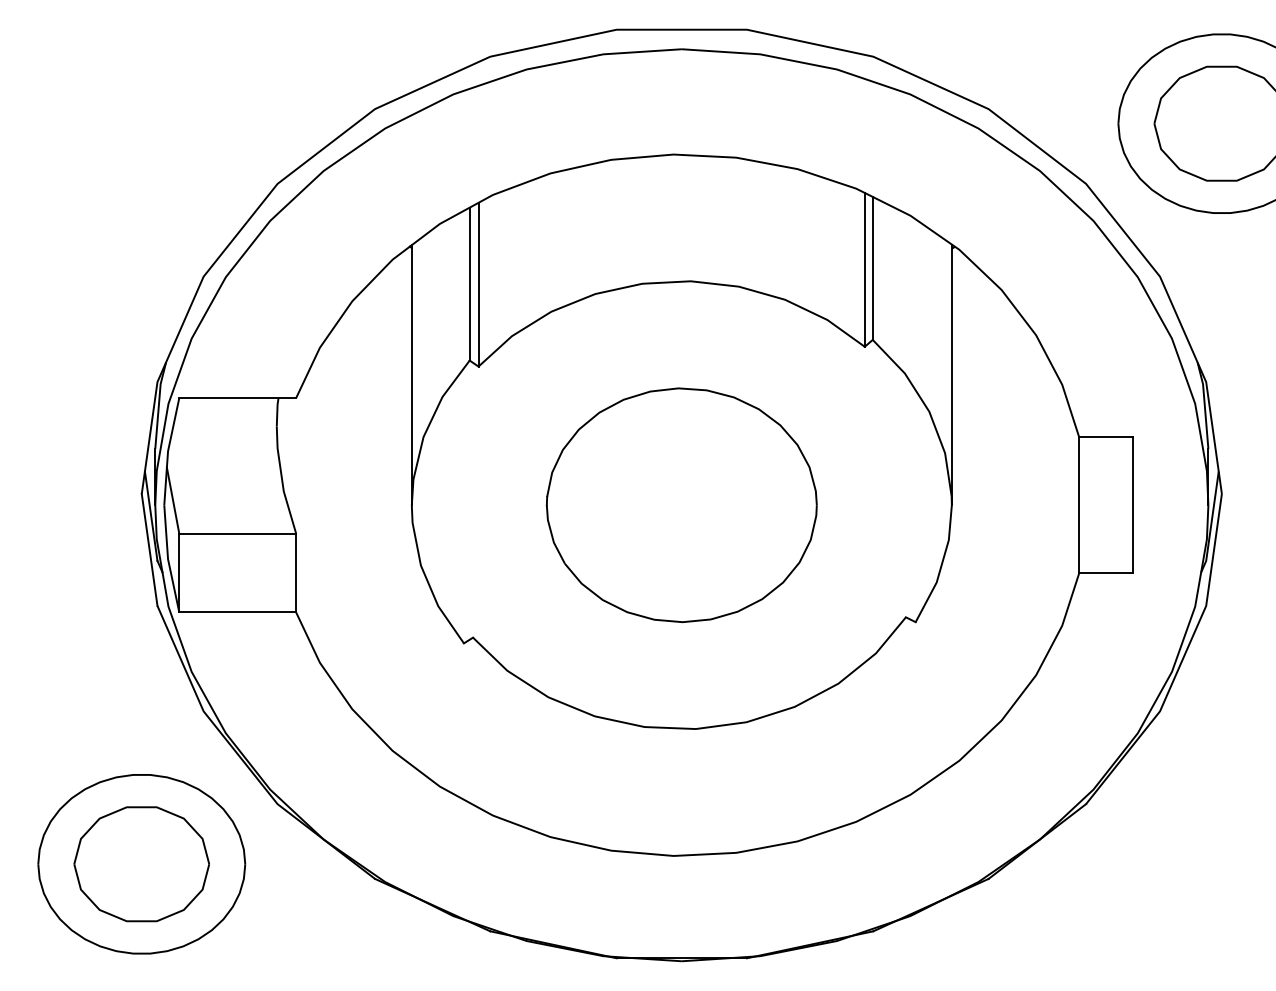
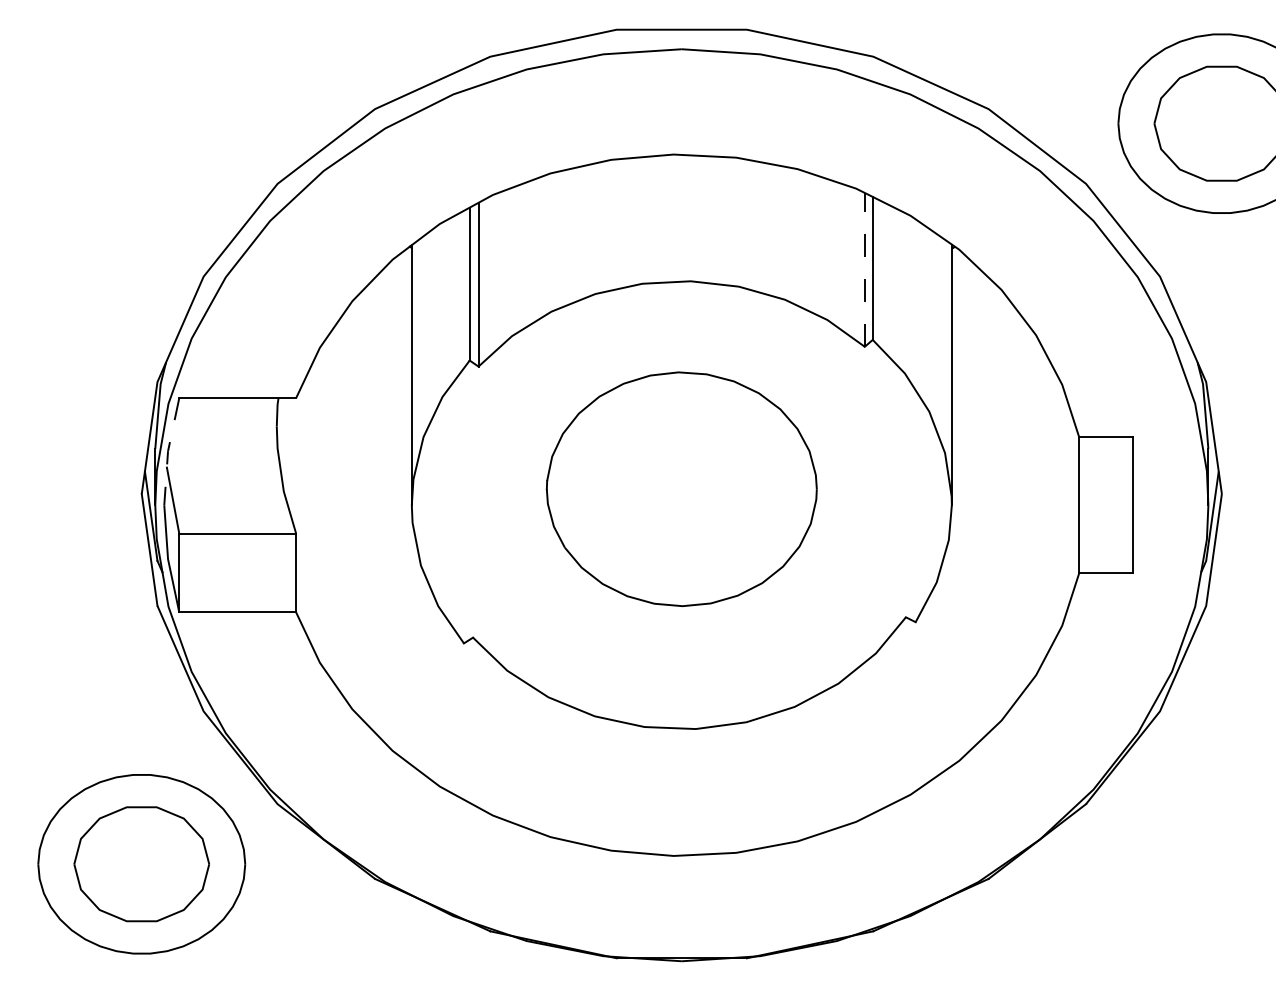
line at (864, 269): solid -> dashed
line at (168, 451): solid -> dashed
part at (681, 505) position: (681, 505) -> (681, 489)
